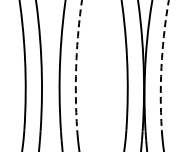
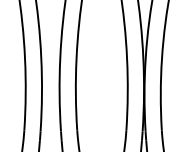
arc at (76, 64): dashed -> solid
arc at (161, 64): dashed -> solid
